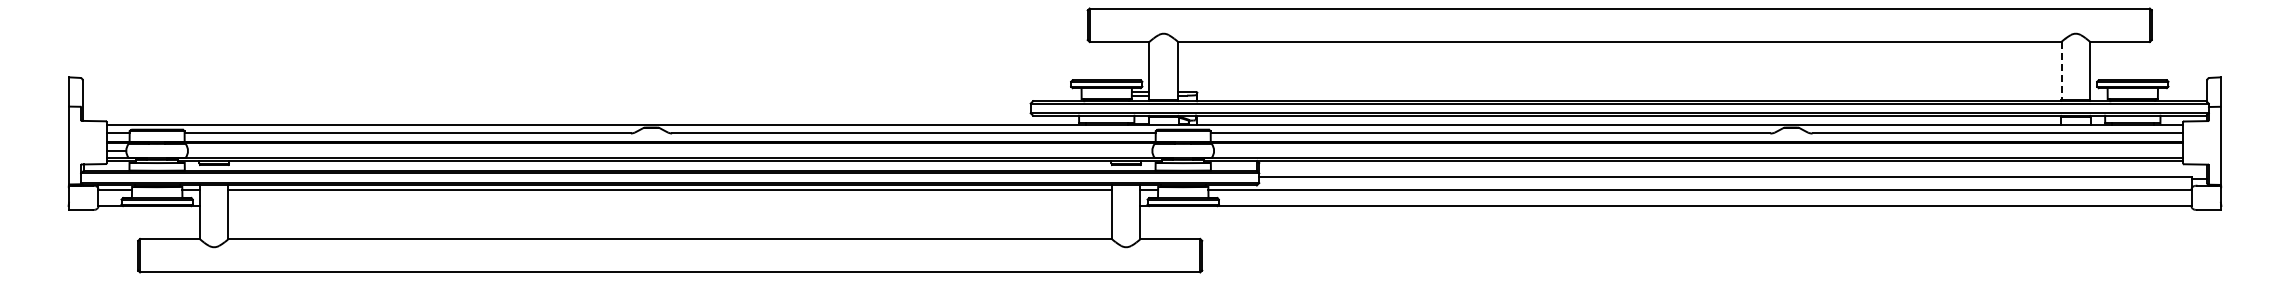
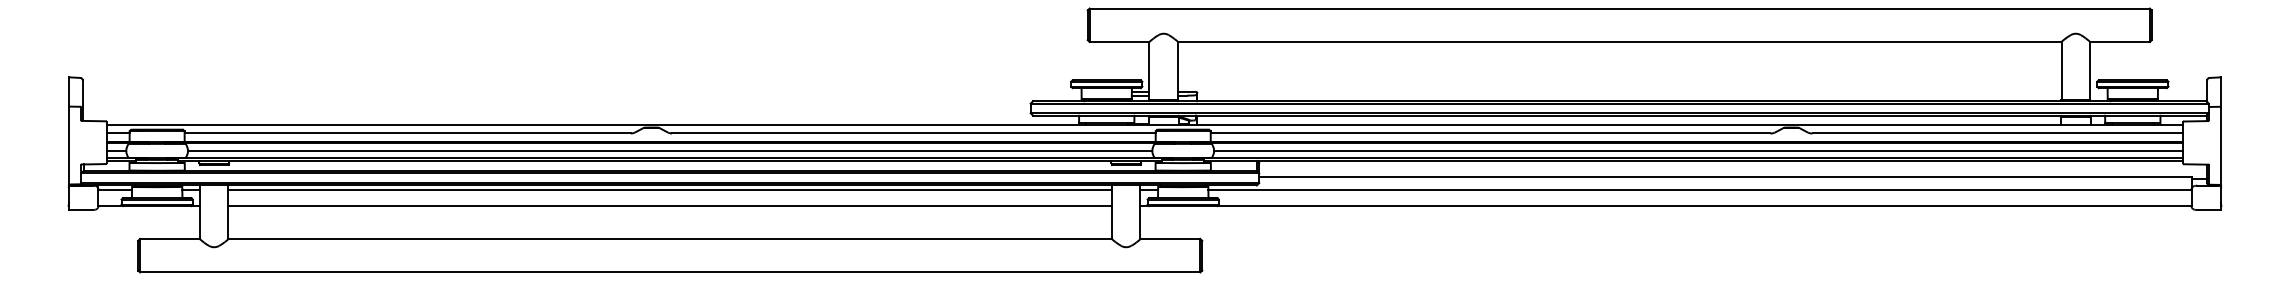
line at (2061, 70): dashed -> solid
line at (670, 150): none -> present
line at (1698, 150): none -> present
line at (669, 205): none -> present
